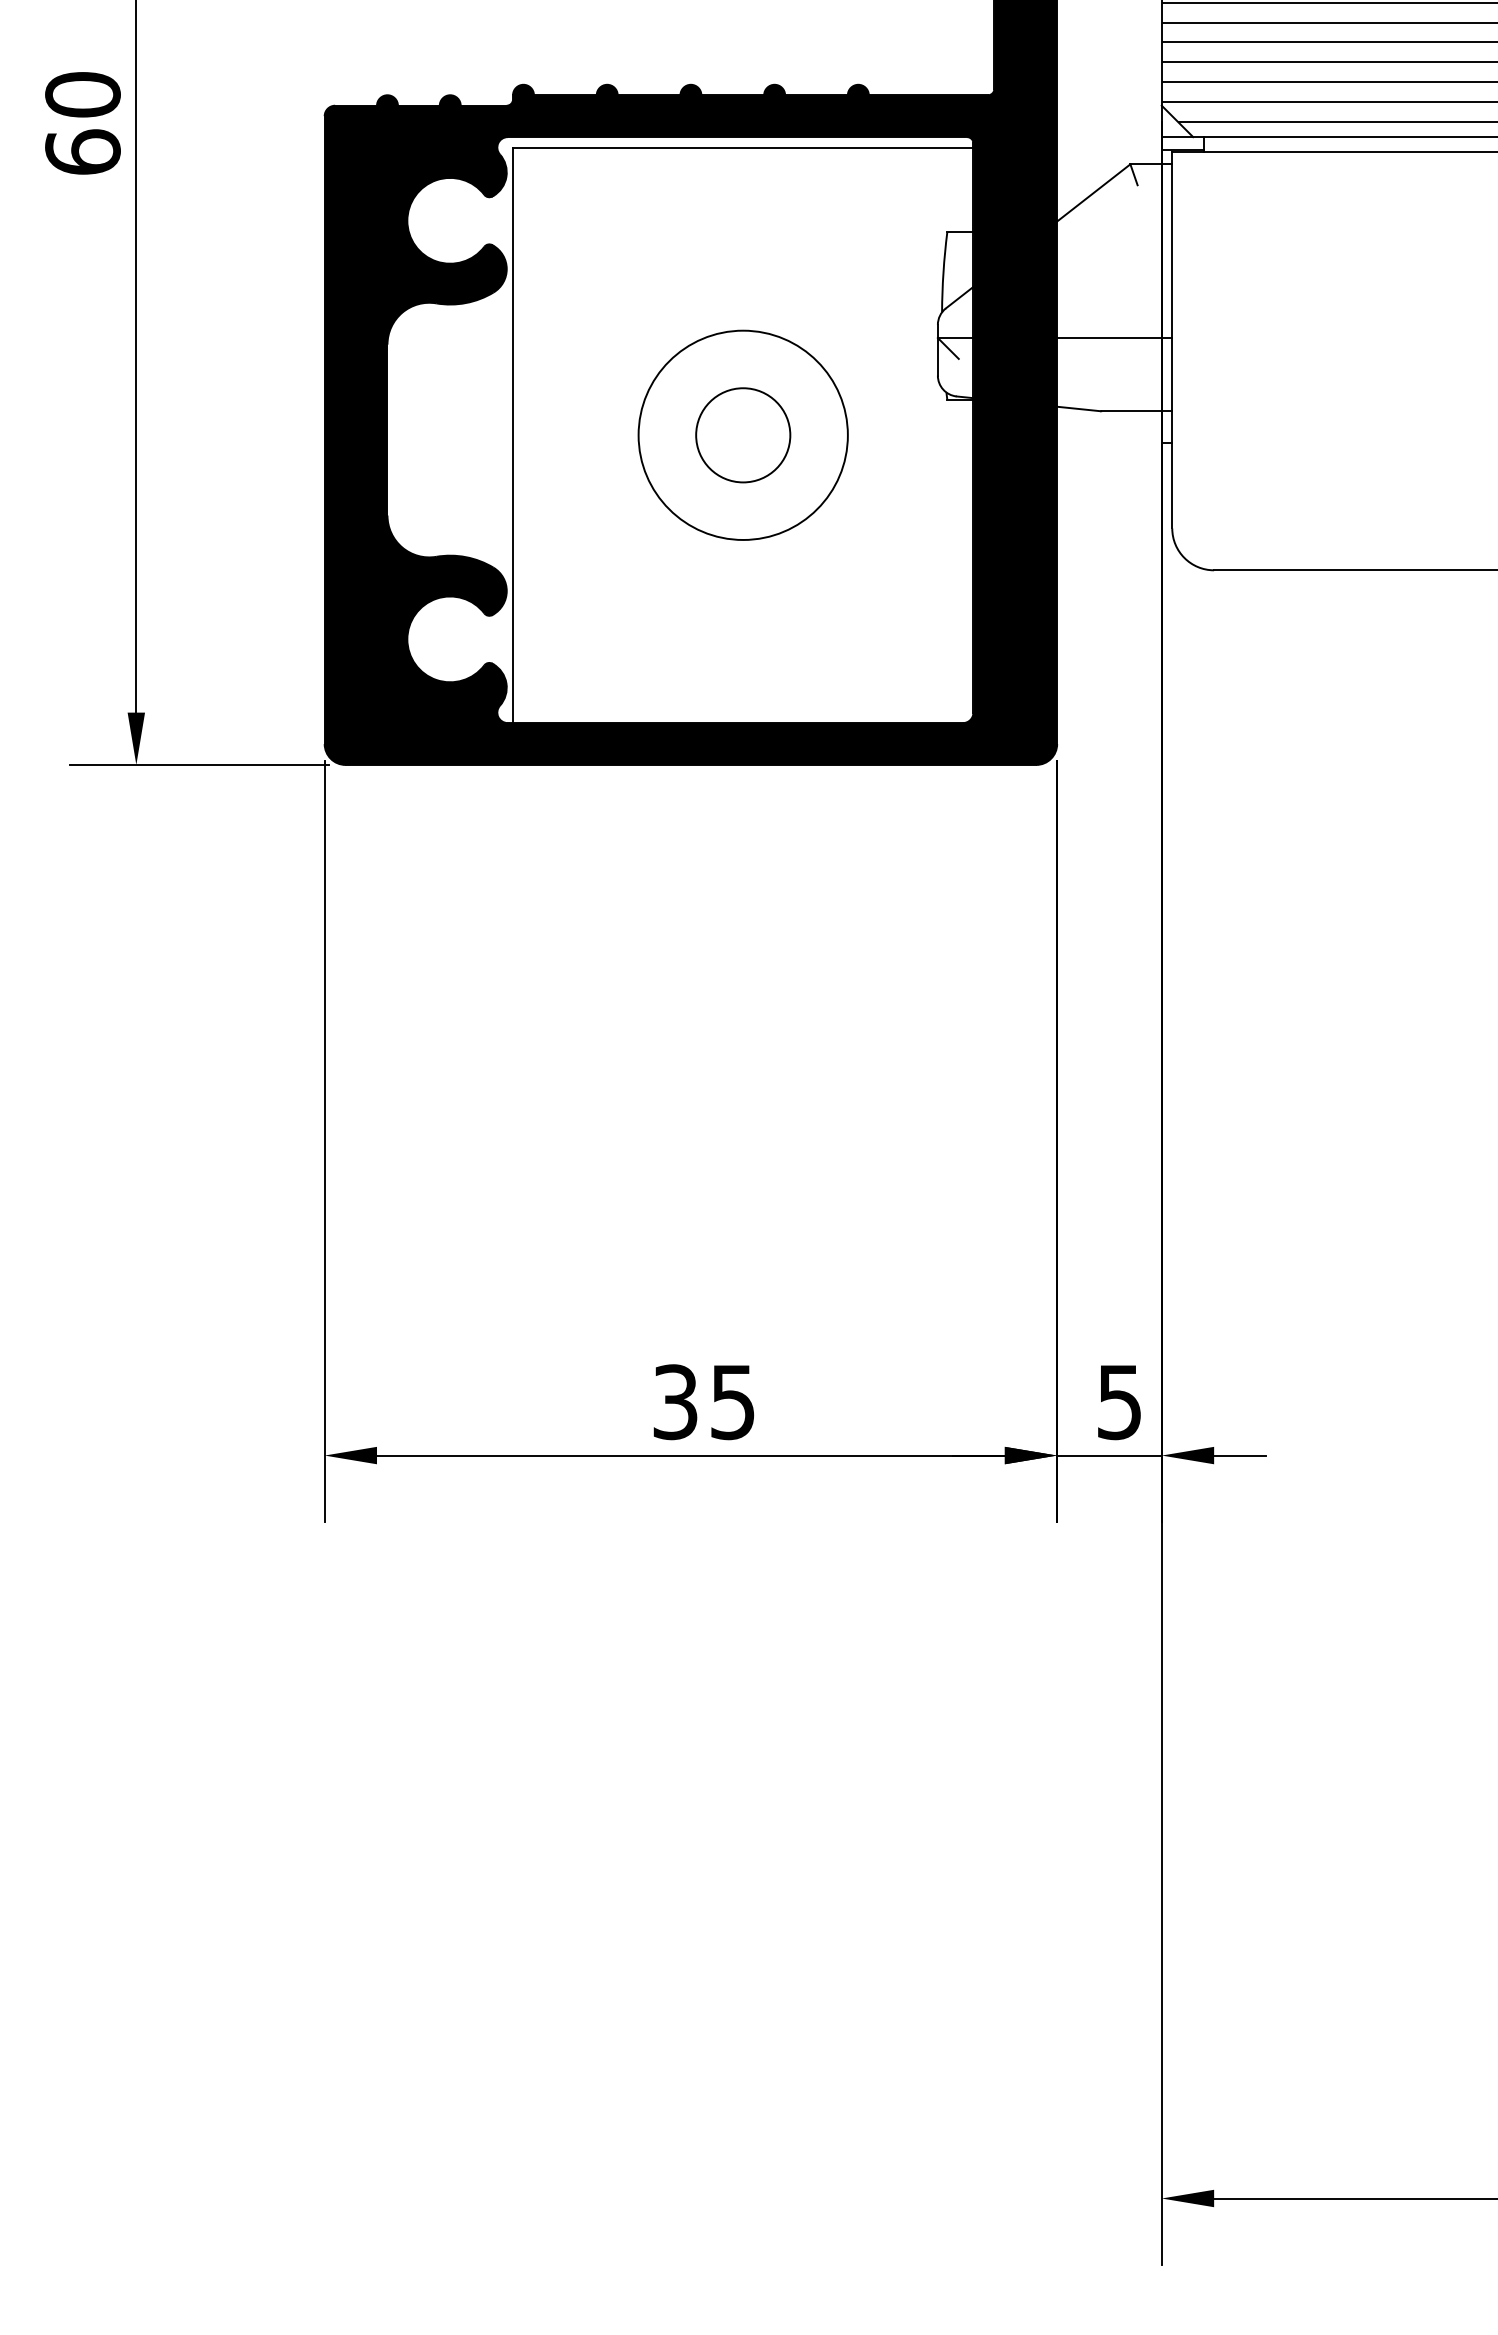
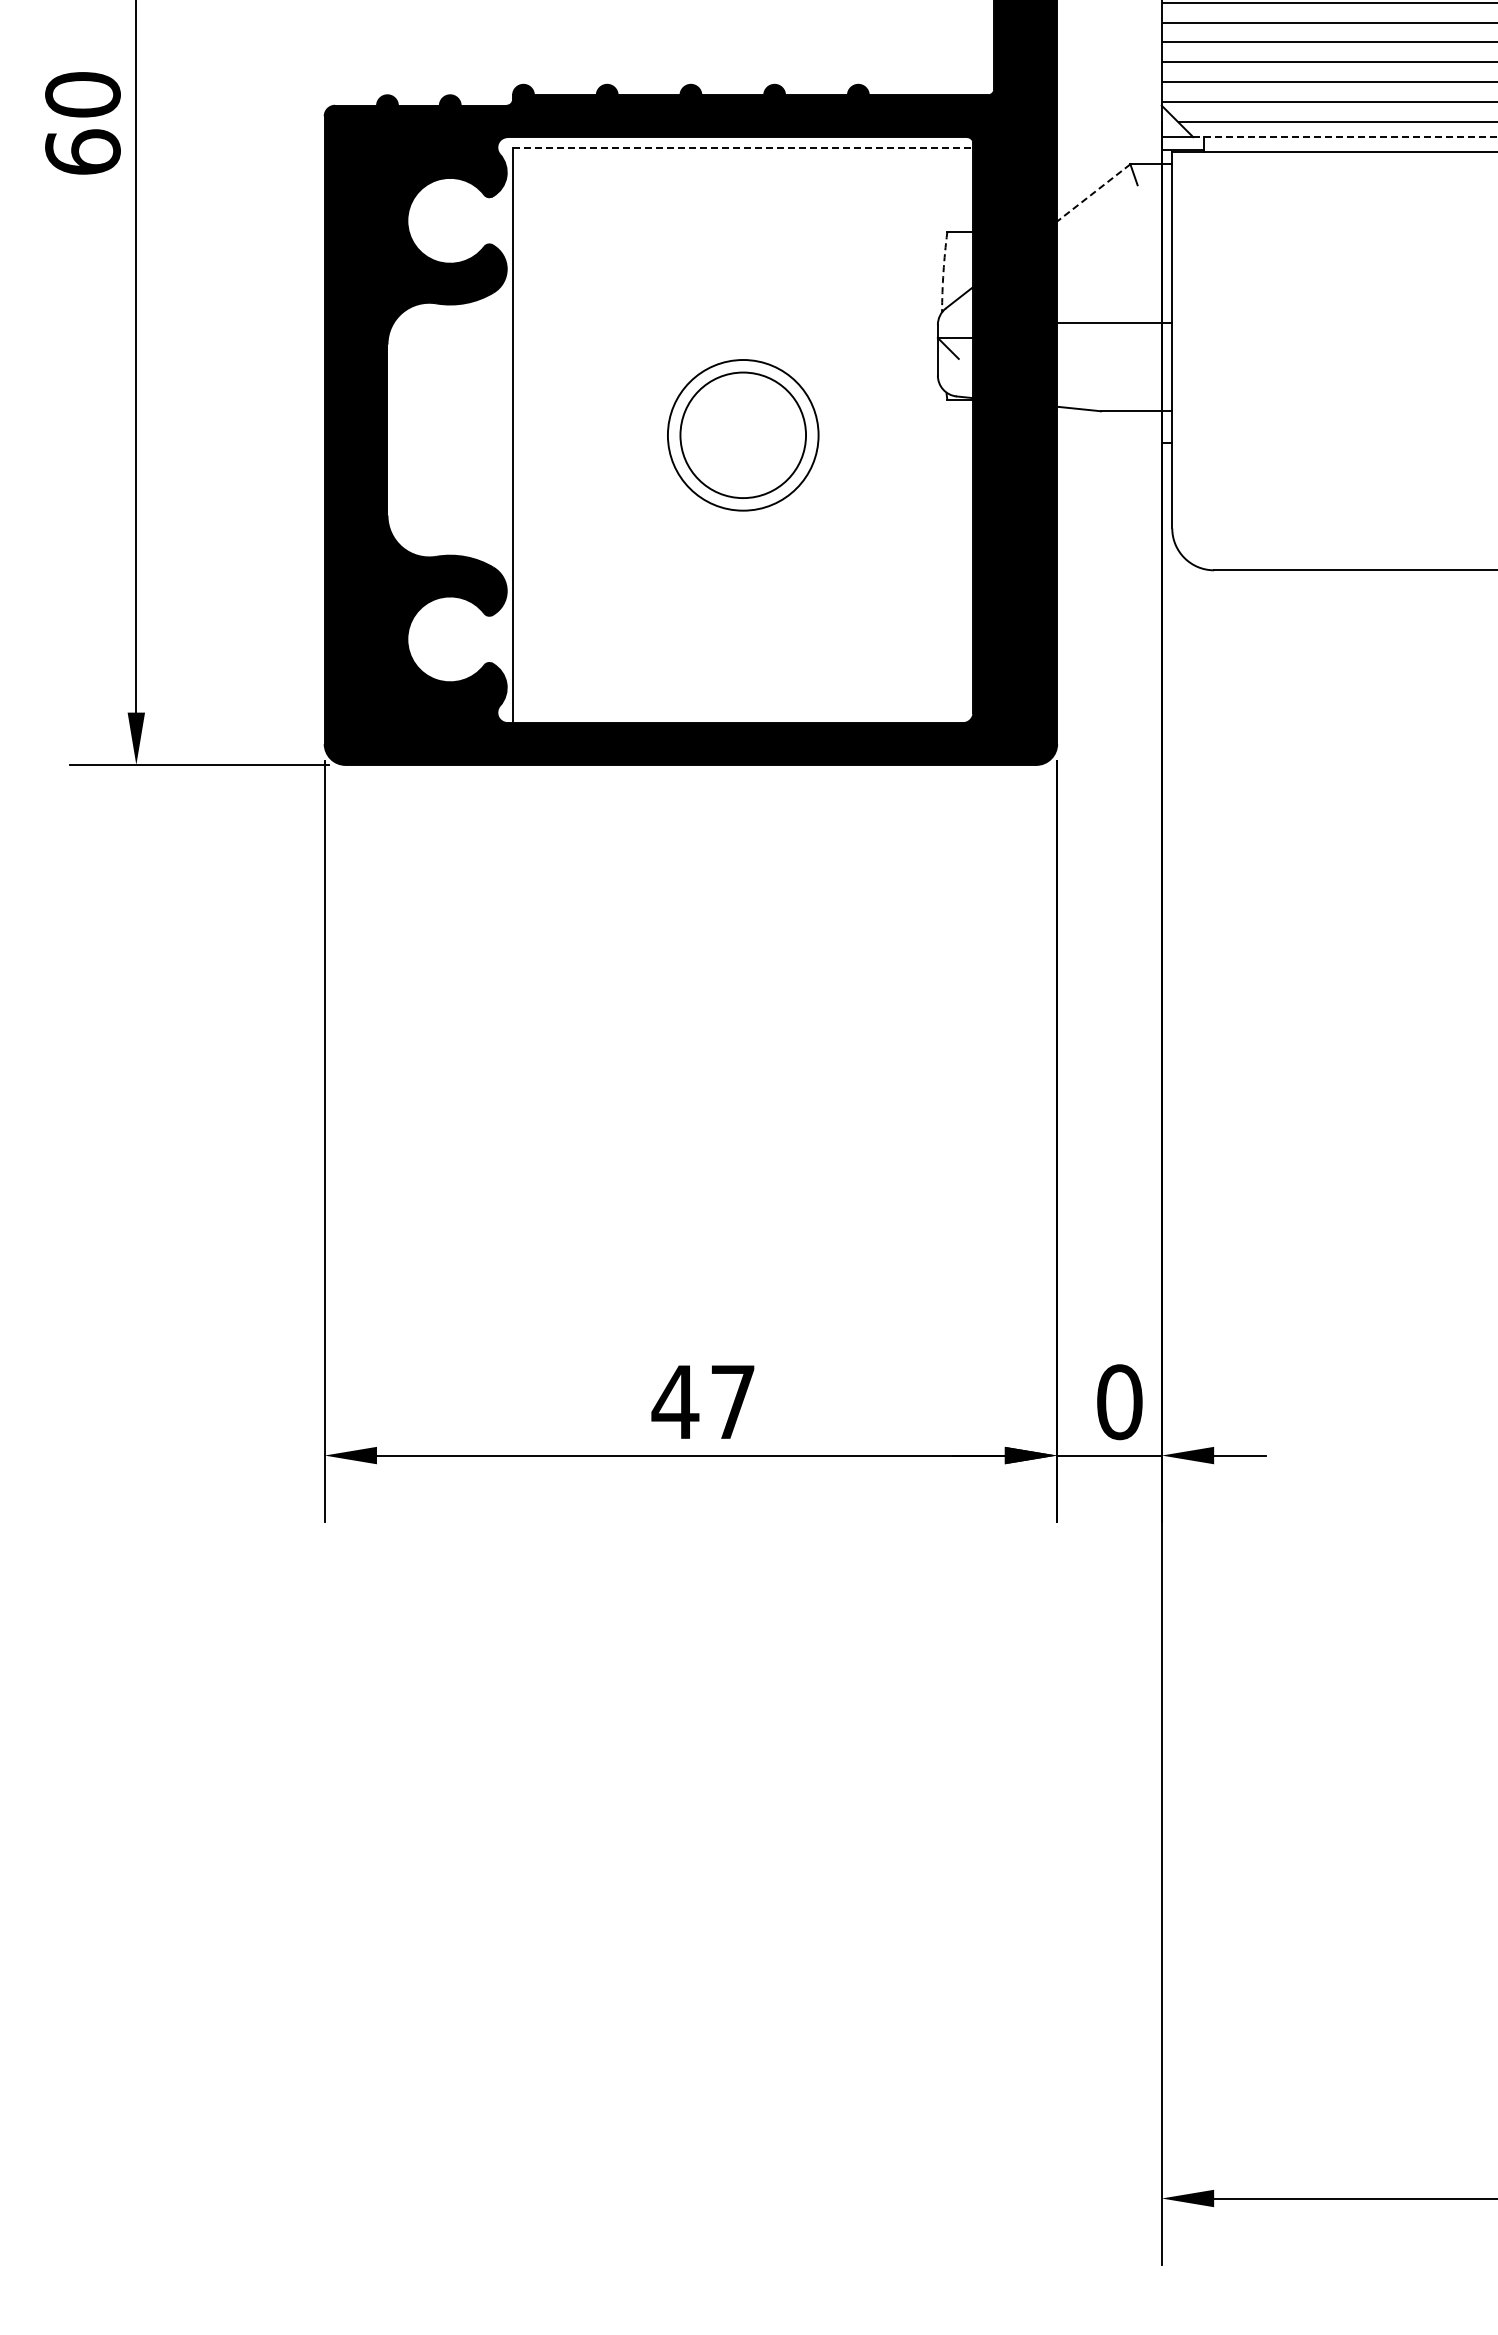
line at (1345, 137): solid -> dashed
line at (743, 147): solid -> dashed
line at (1093, 193): solid -> dashed
arc at (943, 272): solid -> dashed
line at (1114, 338) position: (1114, 338) -> (1114, 323)
circle at (742, 434) diameter: 209 px -> 126 px
circle at (743, 435) diameter: 94 px -> 151 px
text at (702, 1402): 35 -> 47
text at (1119, 1402): 5 -> 0
